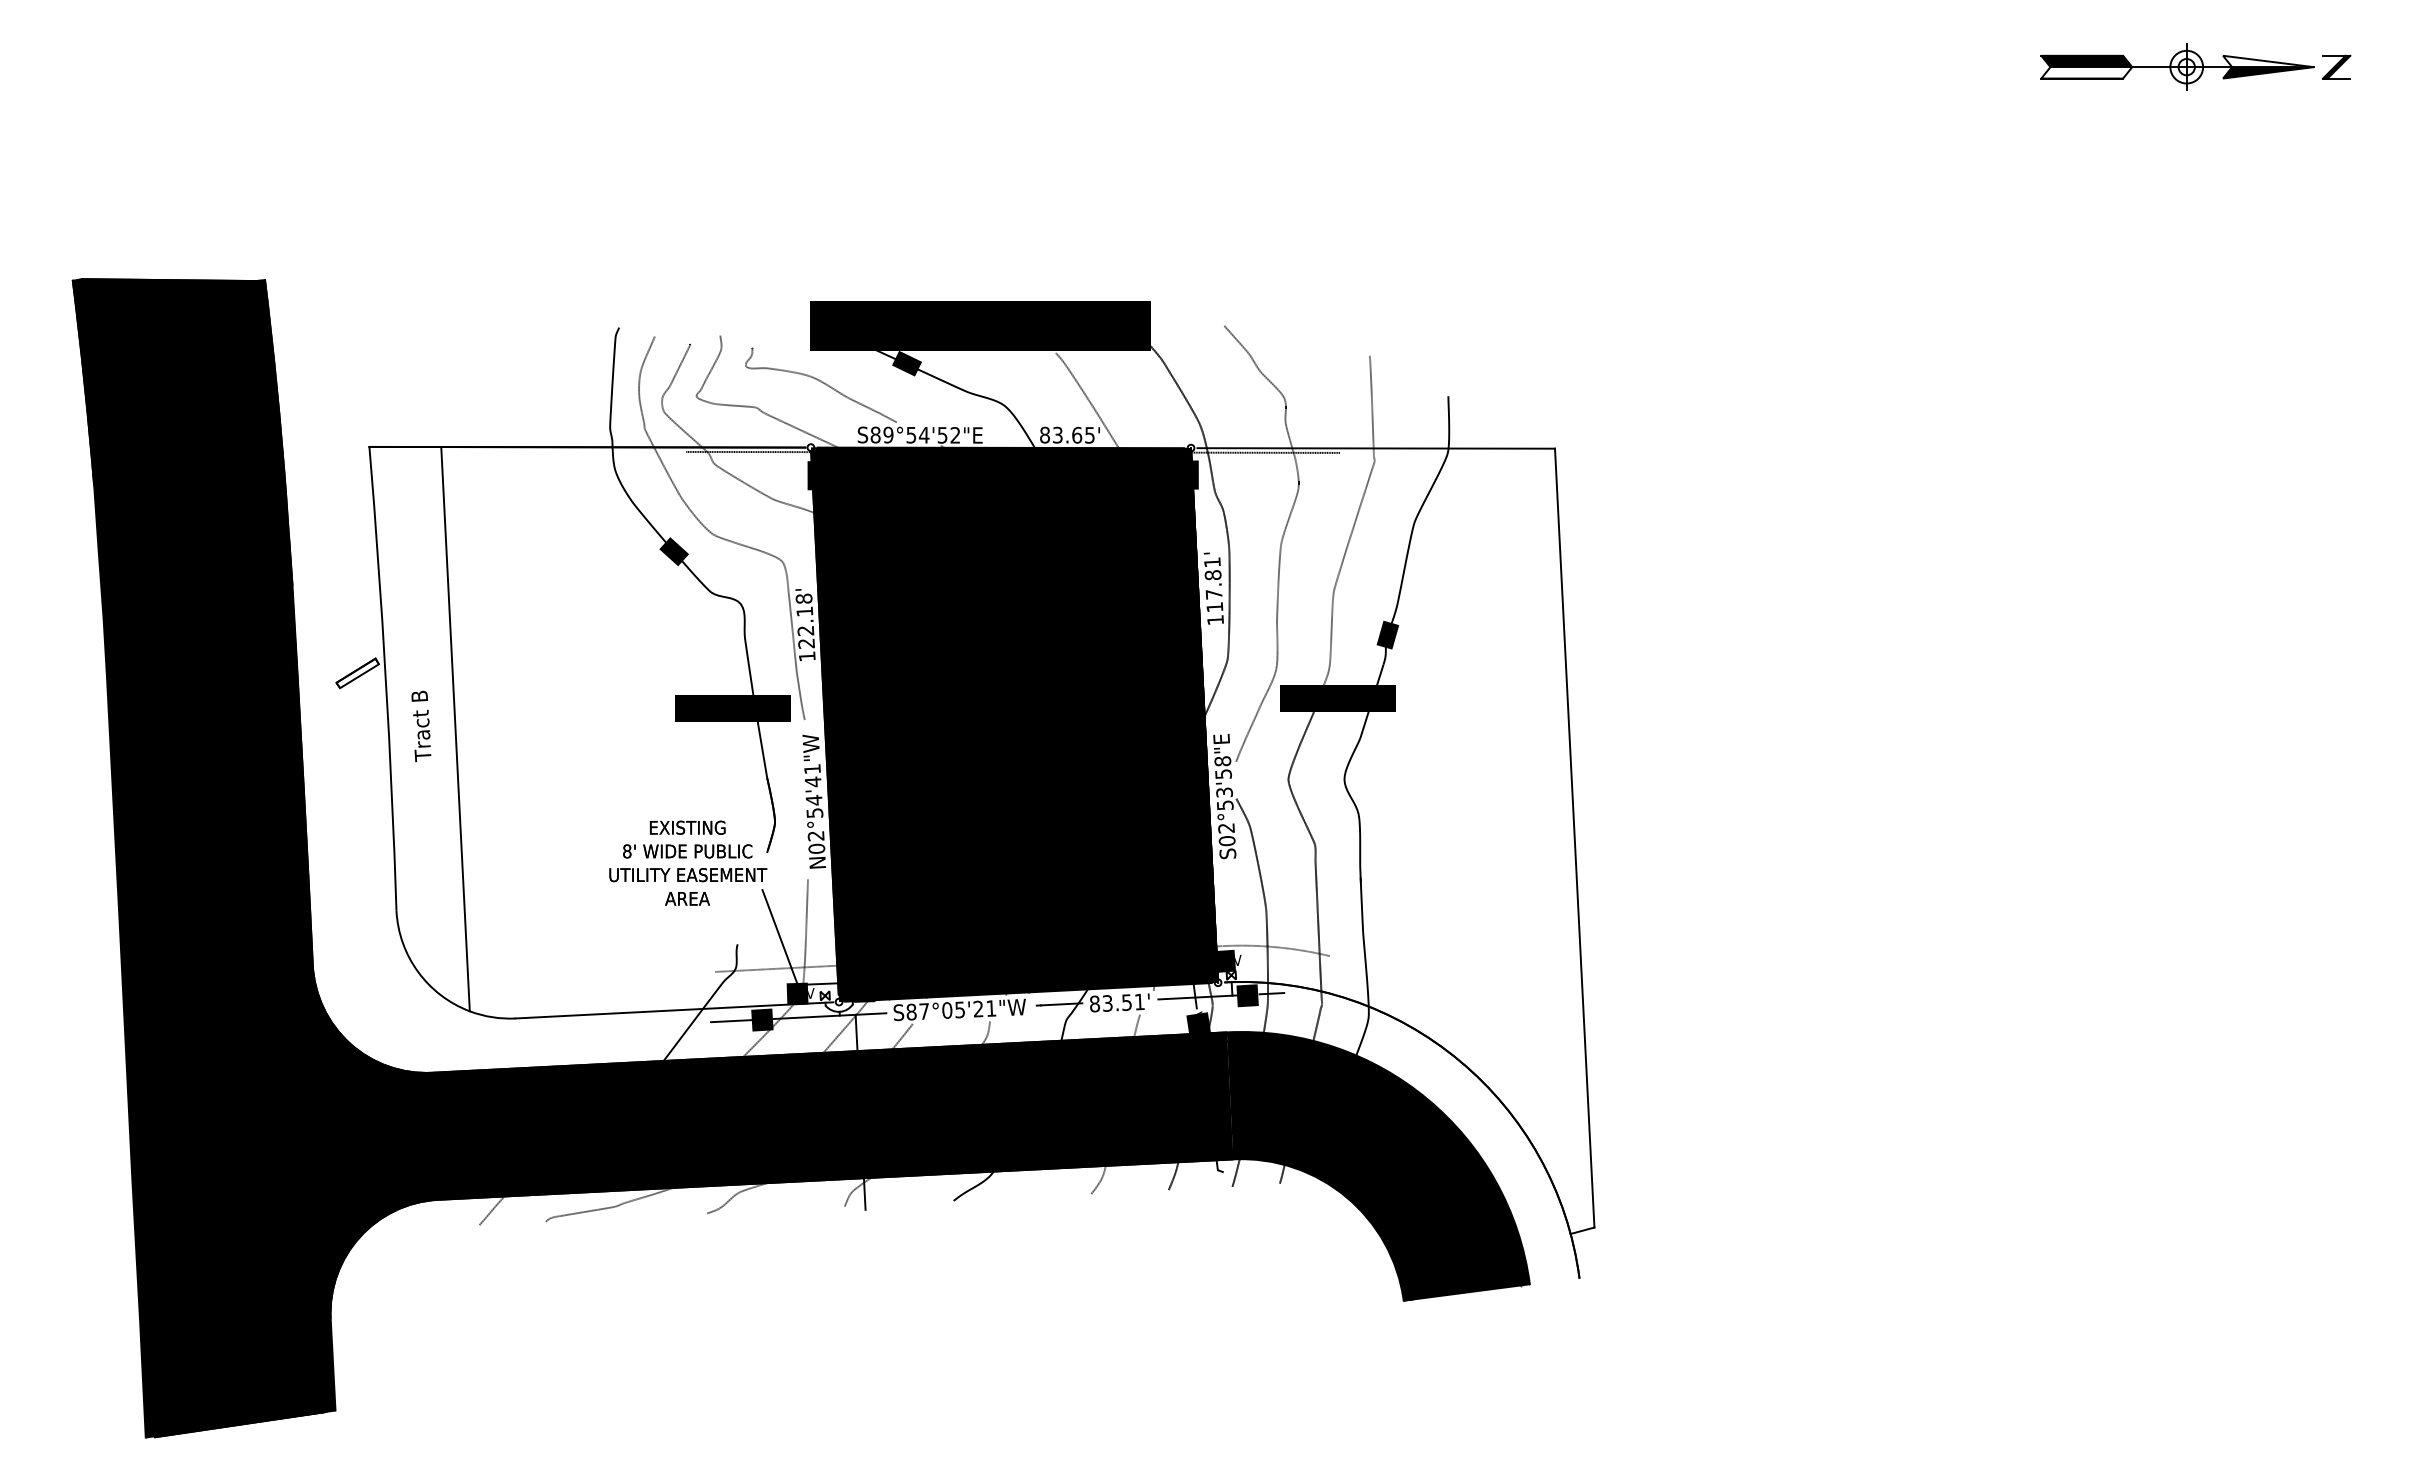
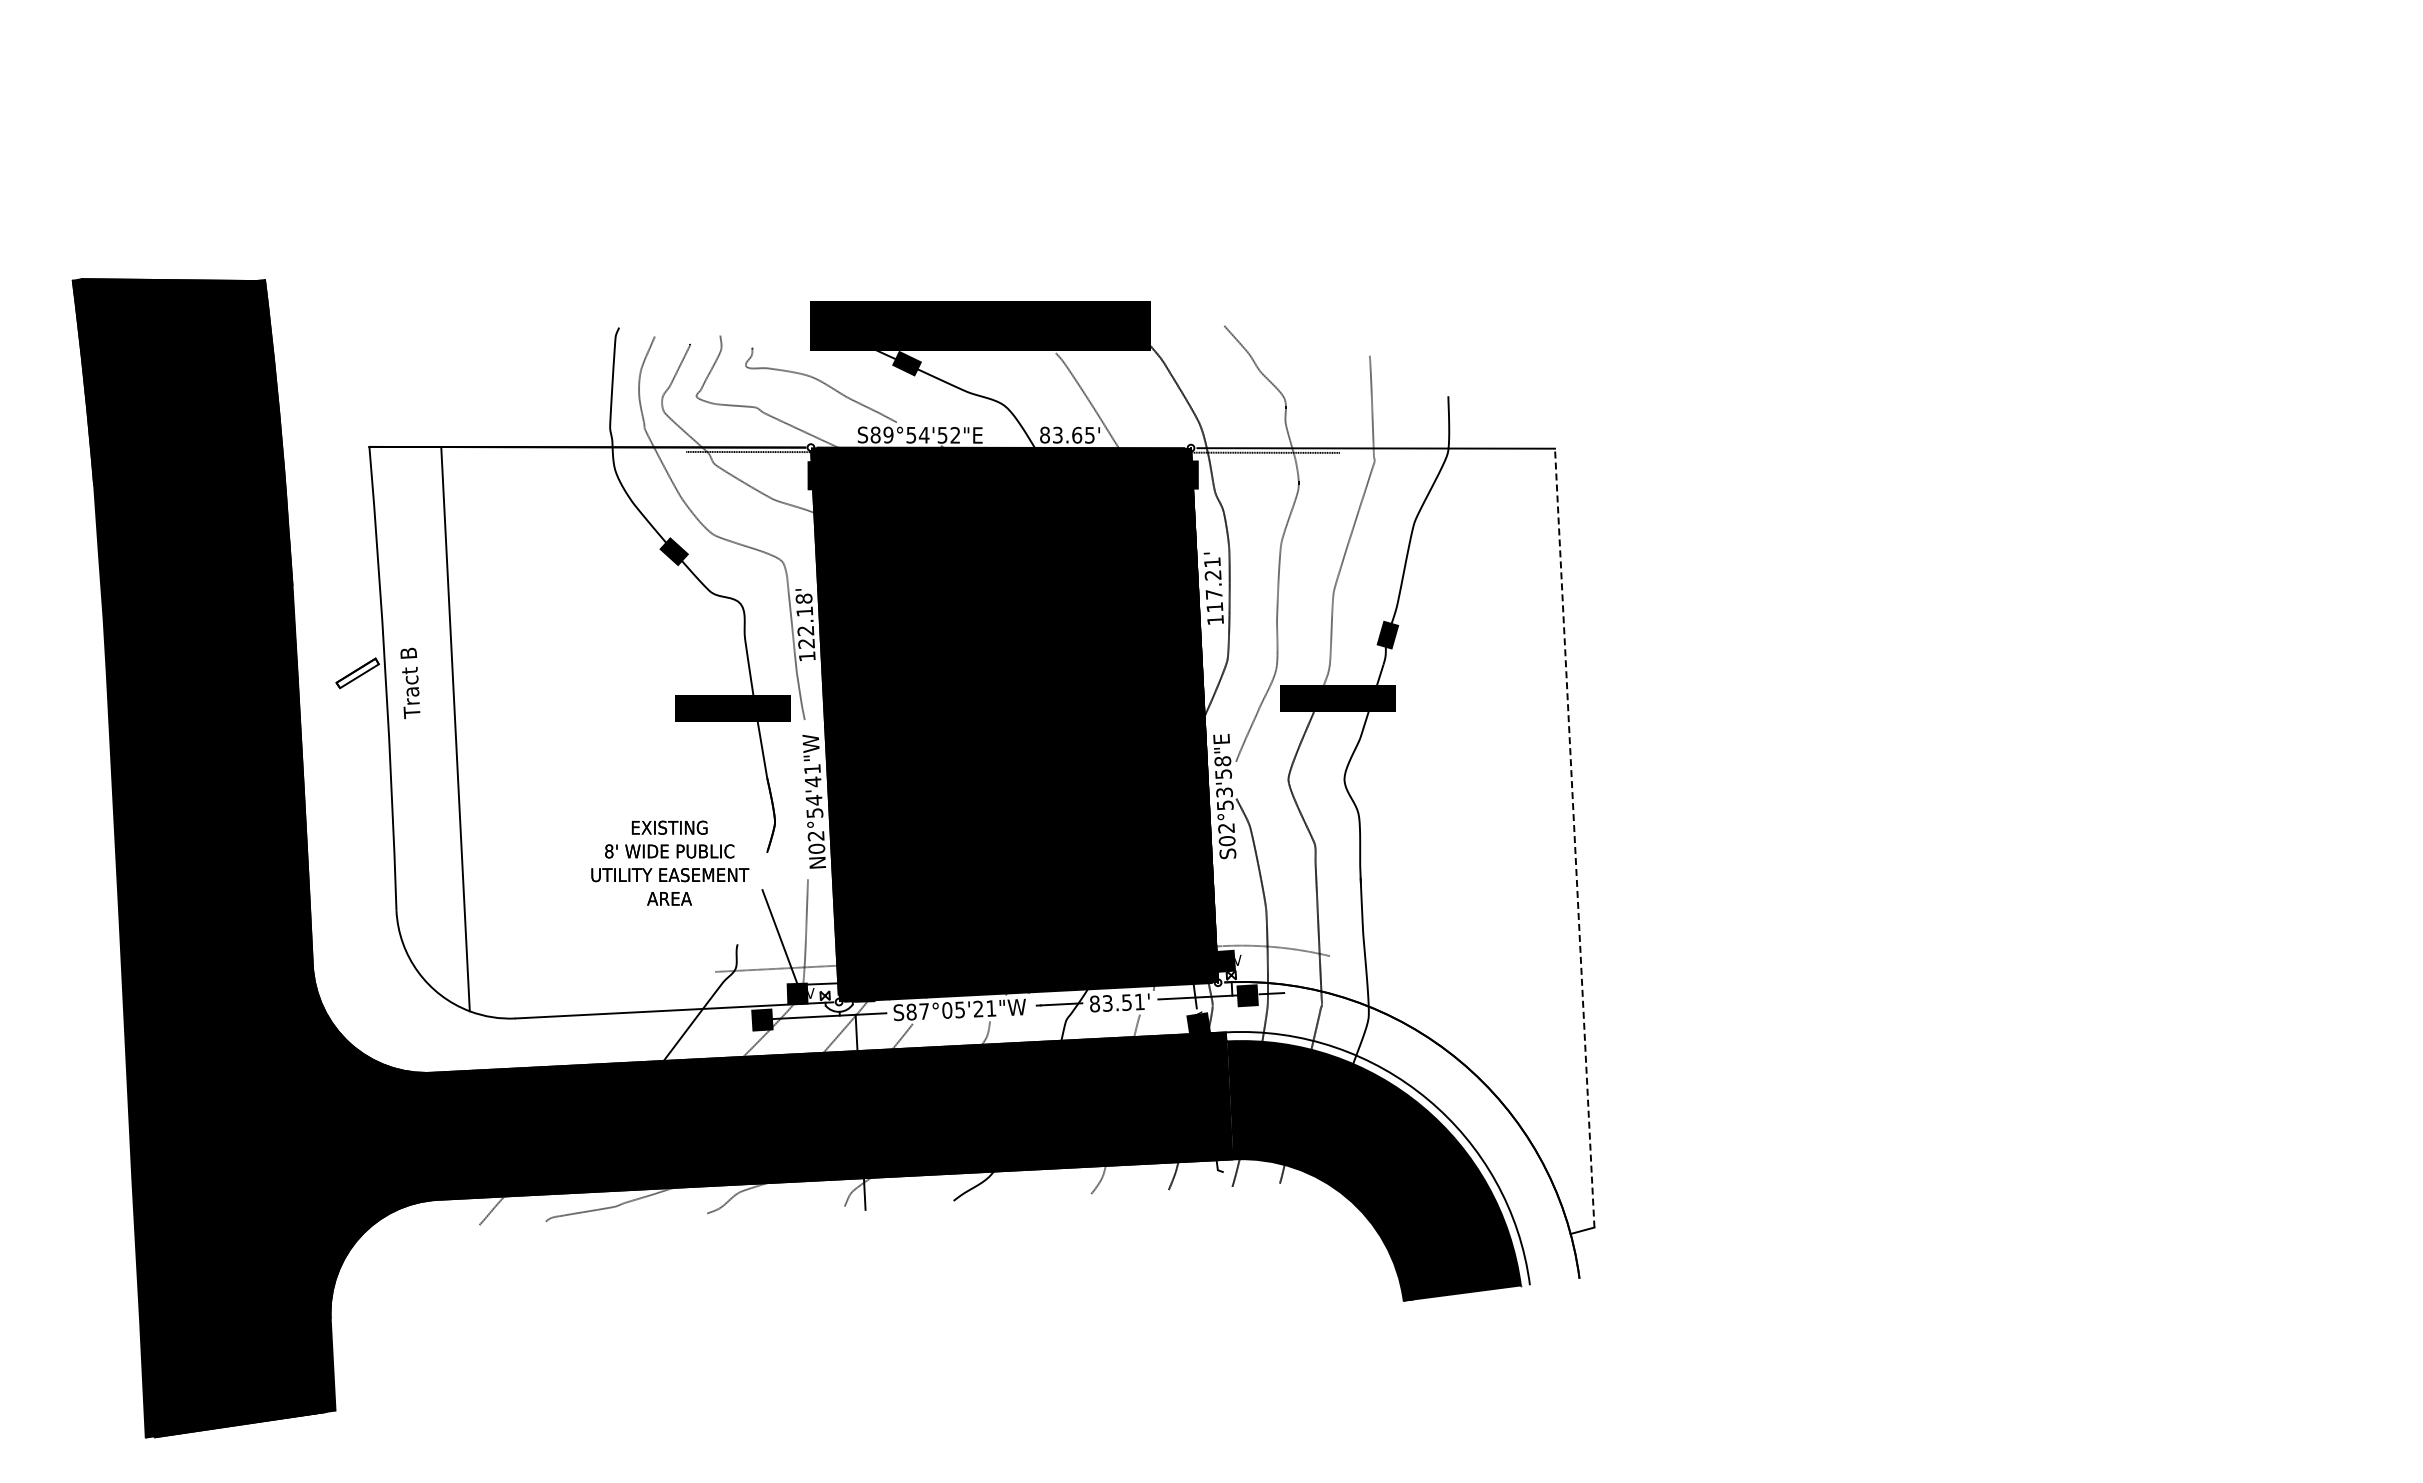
part at (2195, 66): present -> none
text at (1212, 575): 117.81' -> 117.21'
text at (421, 726) position: (421, 726) -> (410, 683)
line at (1574, 838): solid -> dashed
text at (688, 862) position: (688, 862) -> (670, 862)
line at (730, 1021): present -> none
fill at (1377, 1159): present -> none
